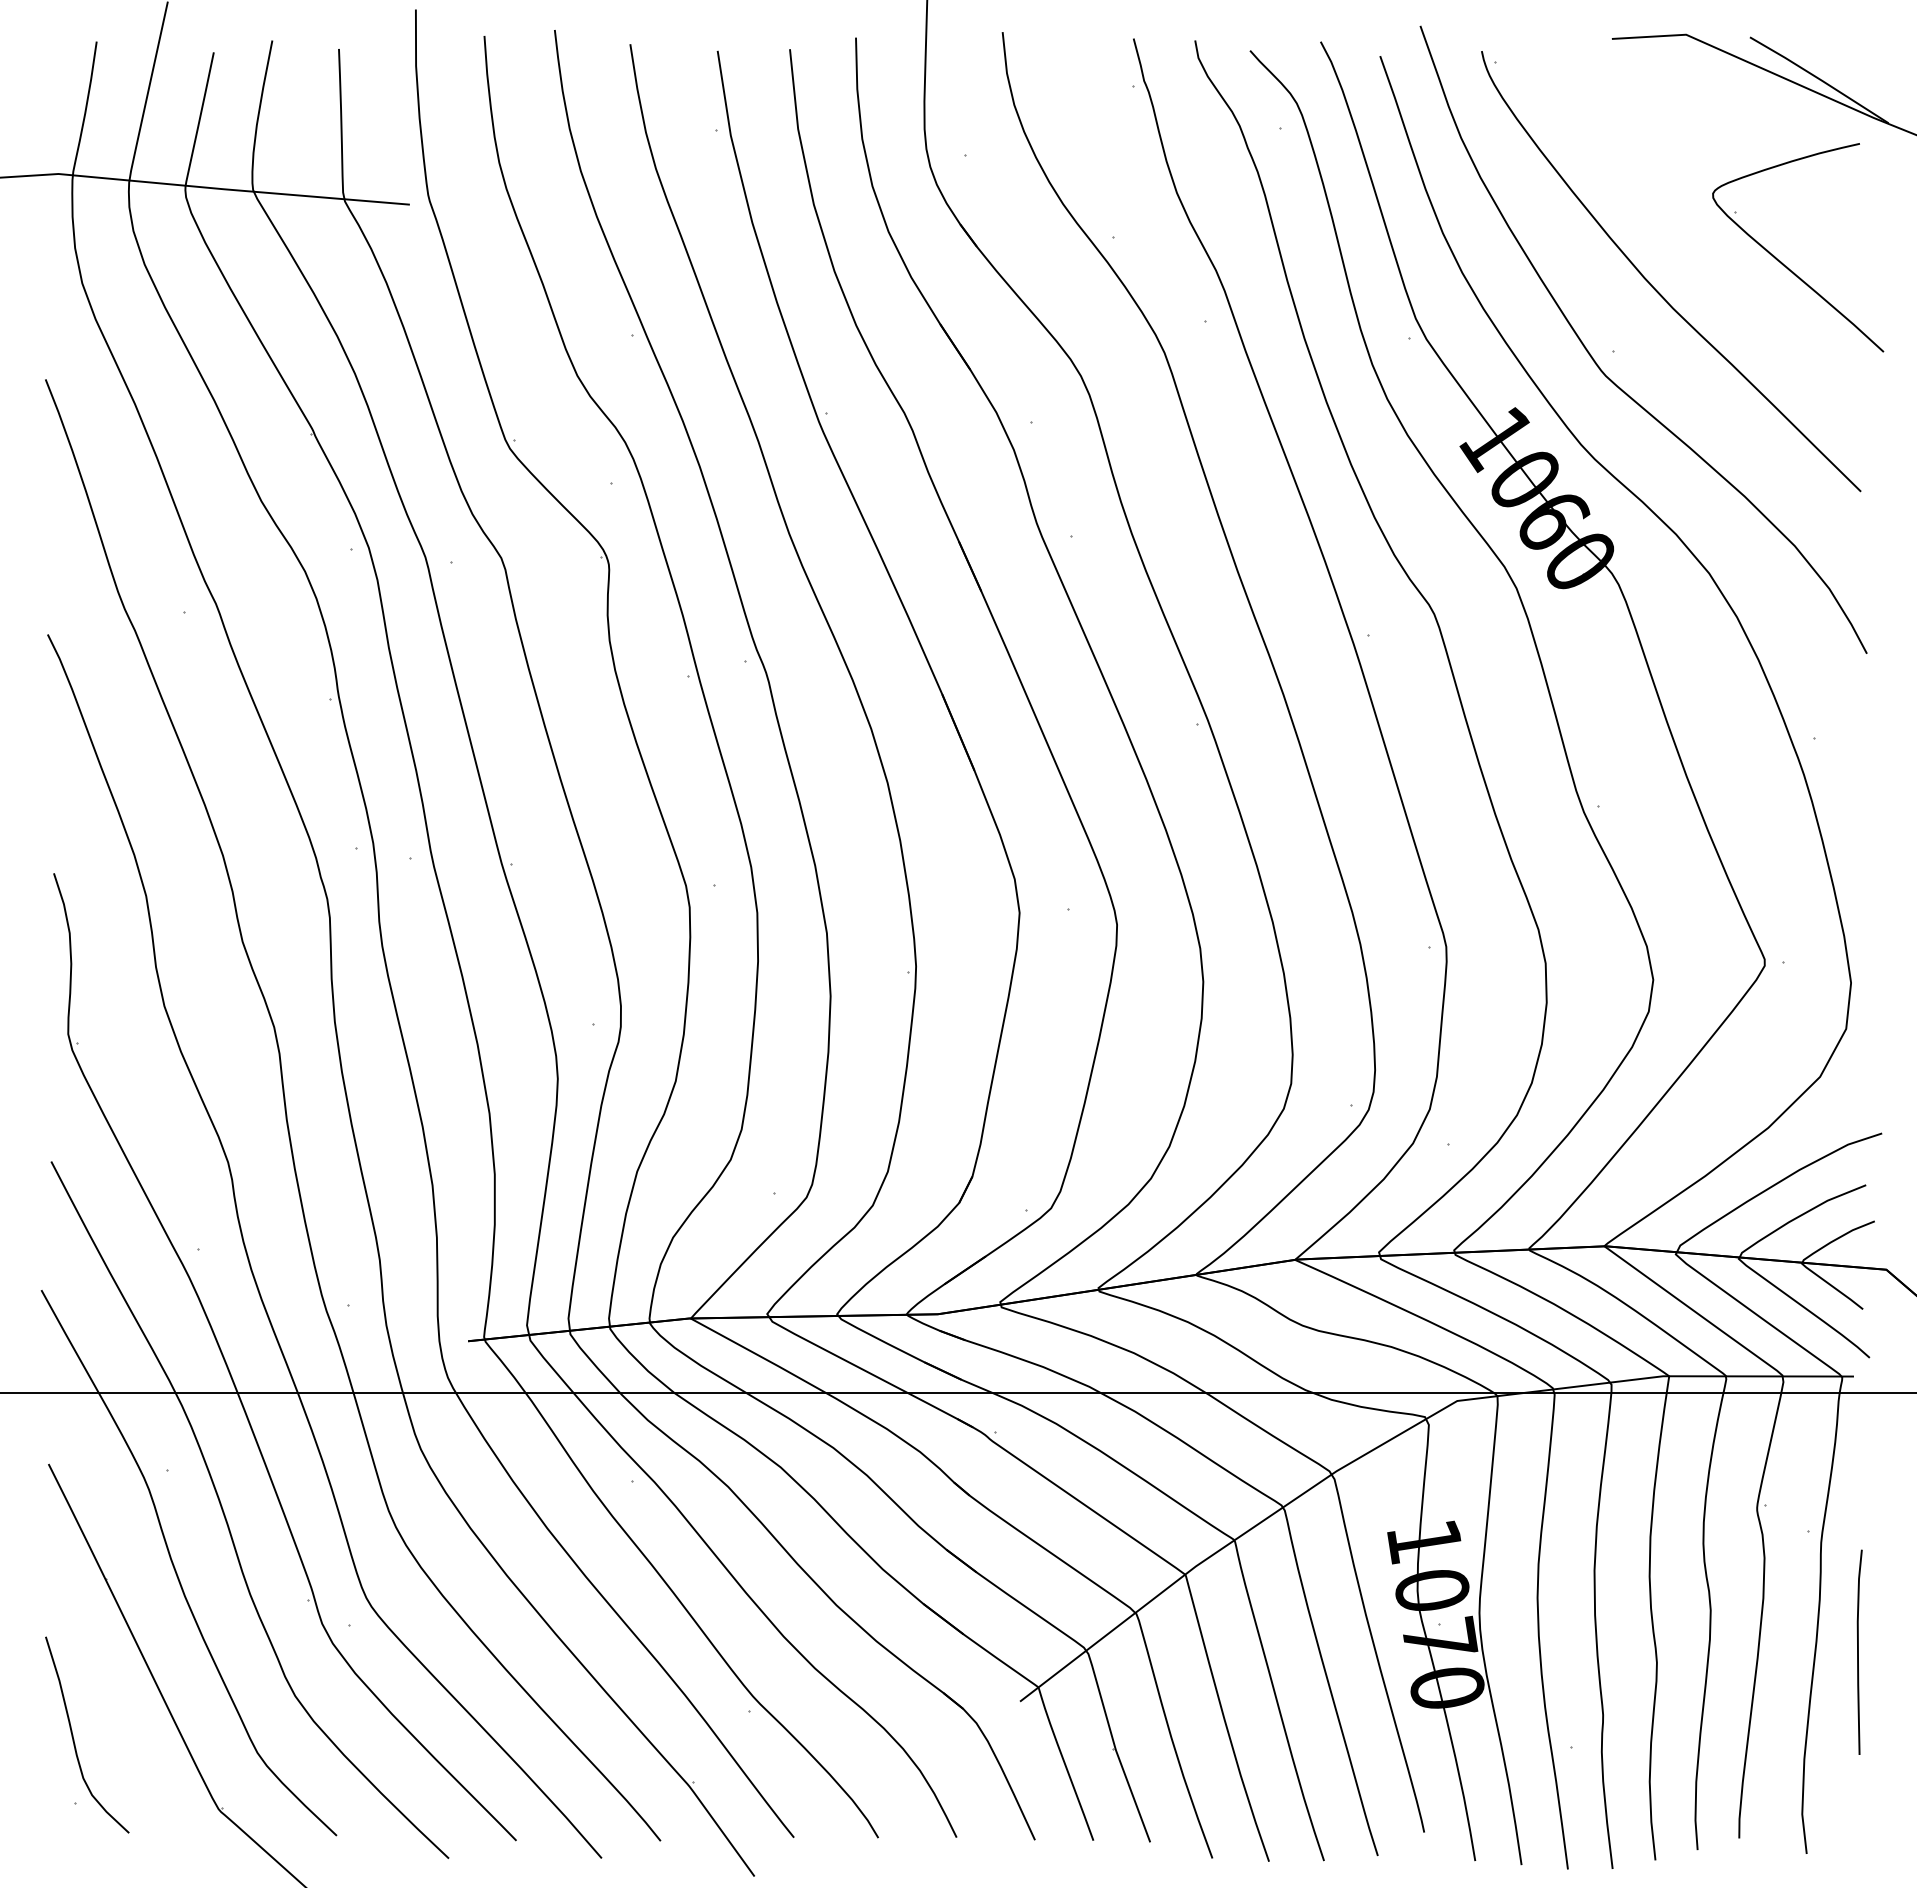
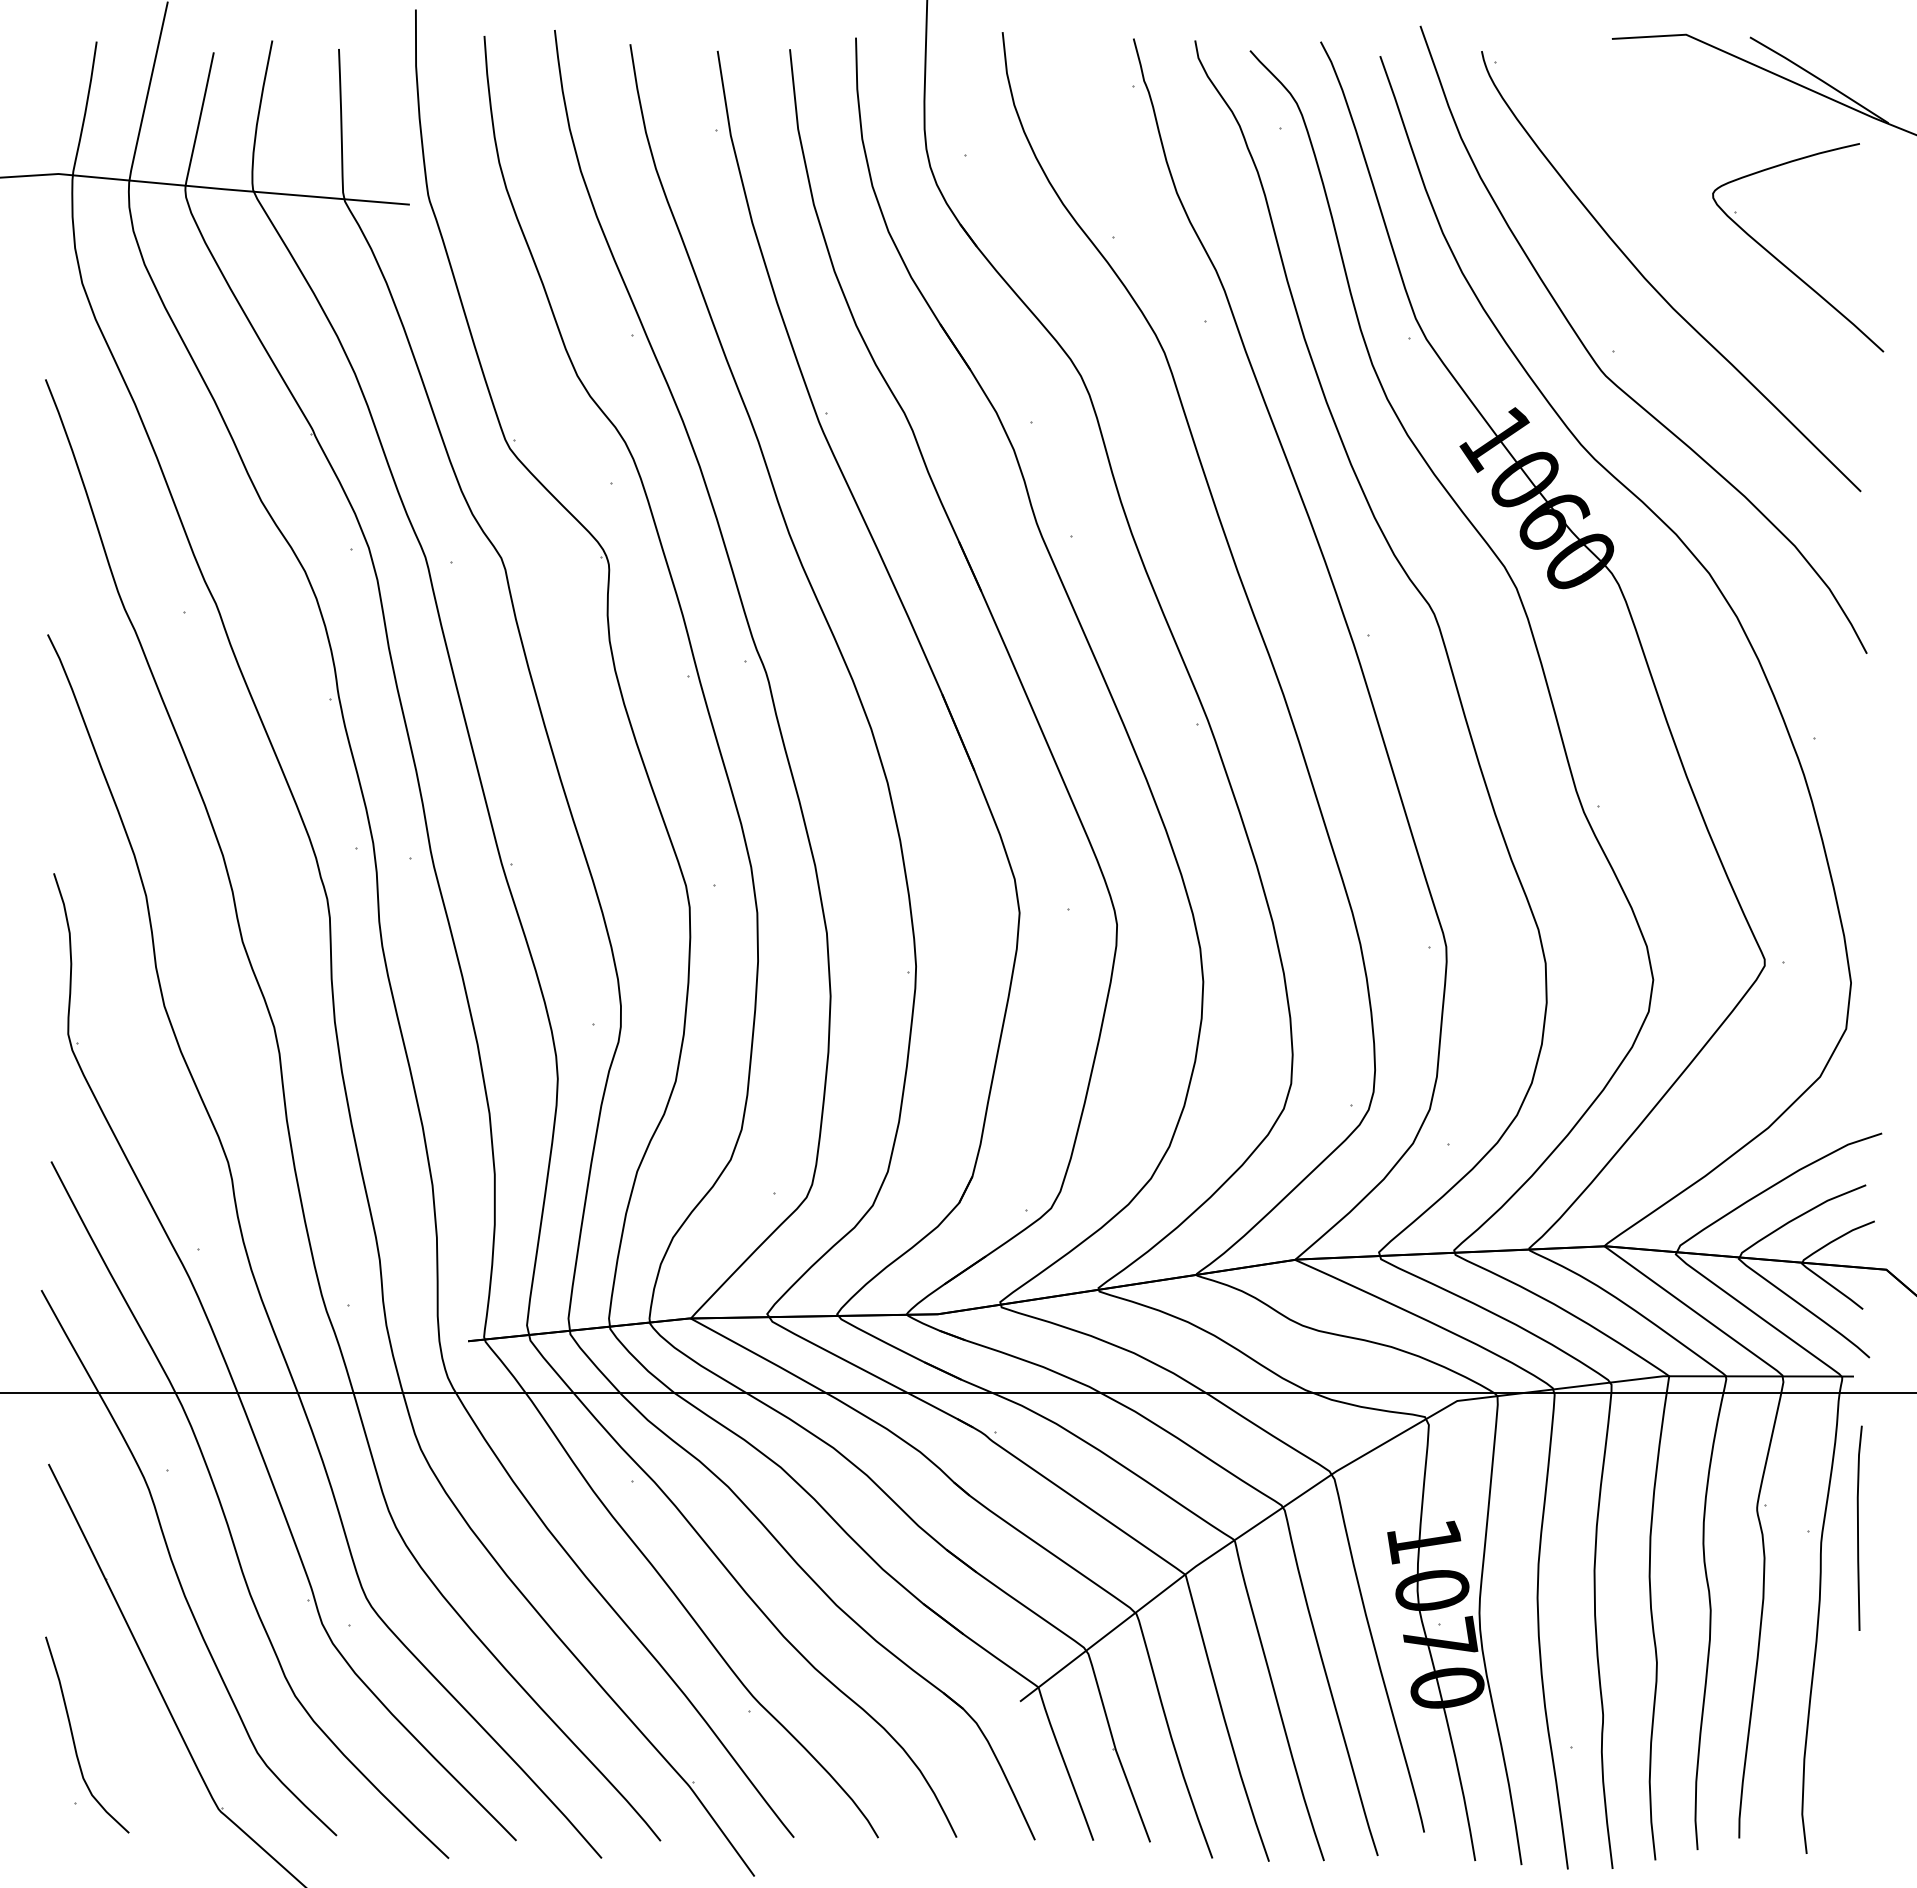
line at (1858, 1651) position: (1858, 1651) -> (1858, 1527)
